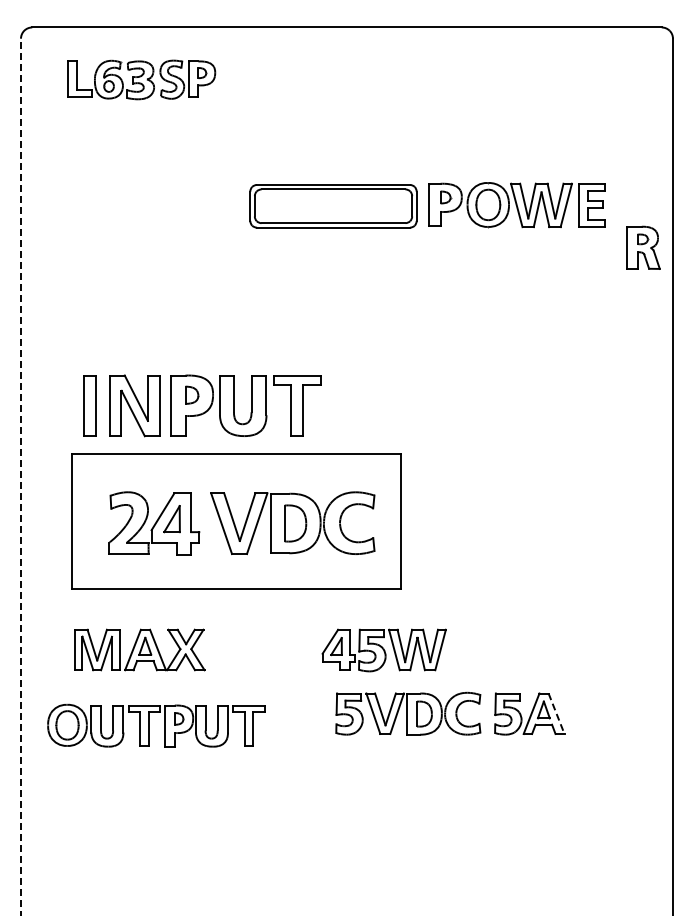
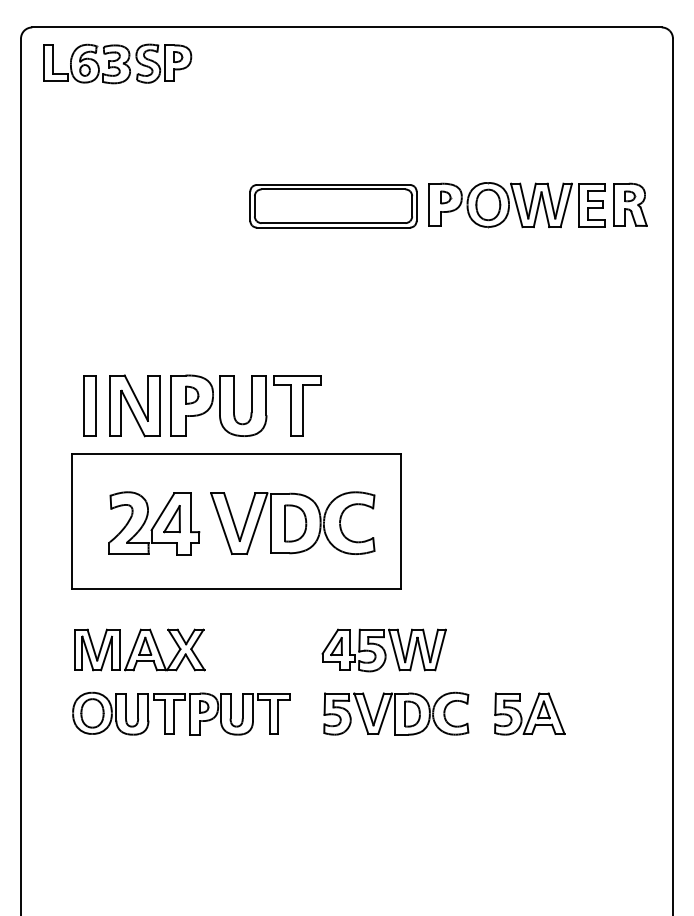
part at (141, 79) position: (141, 79) -> (117, 63)
part at (643, 247) position: (643, 247) -> (630, 204)
line at (21, 476): dashed -> solid
part at (408, 713) position: (408, 713) -> (396, 713)
line at (556, 713): dashed -> solid
part at (149, 725) position: (149, 725) -> (174, 713)
